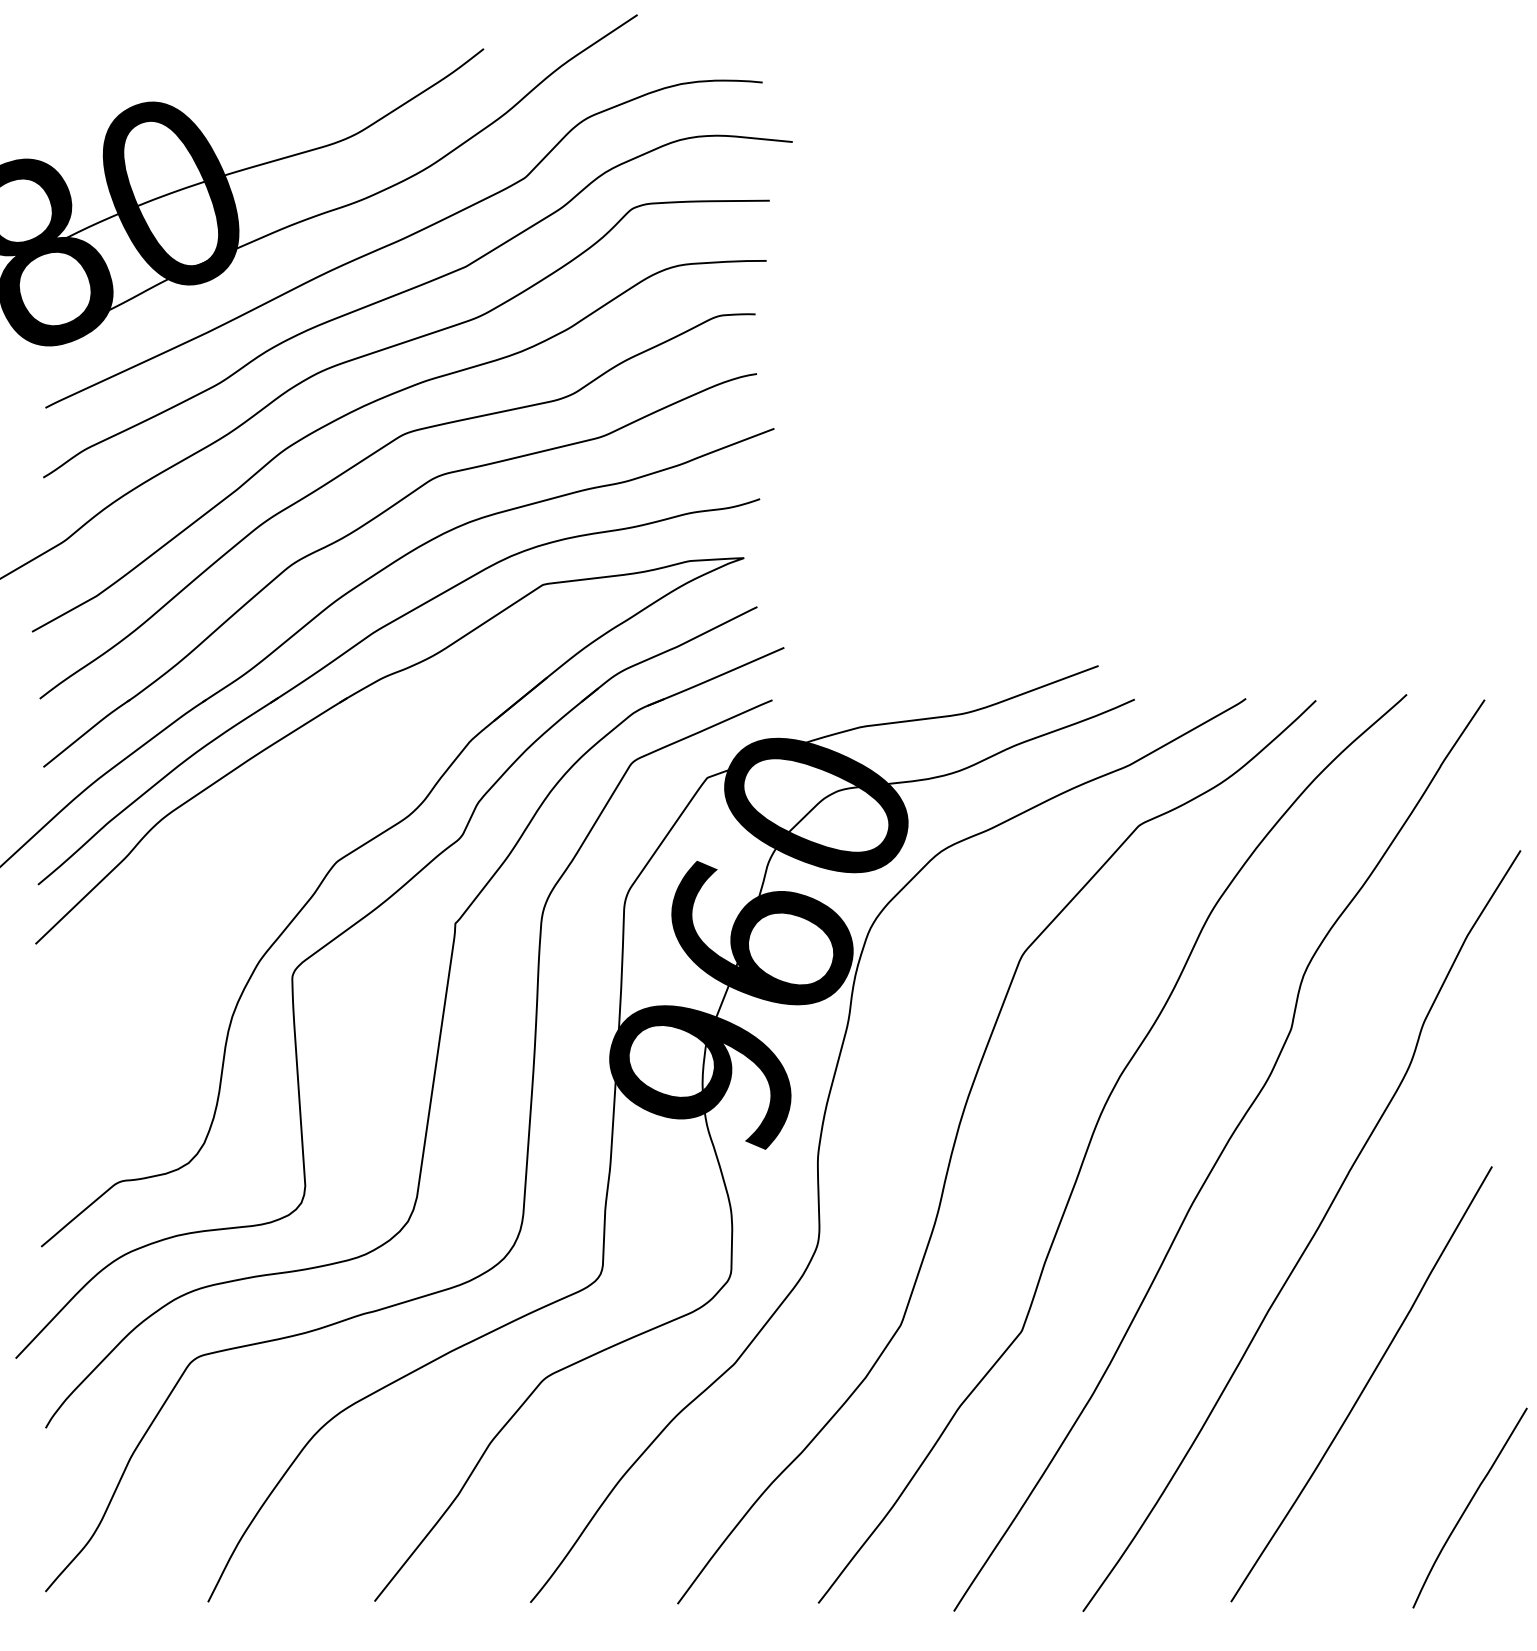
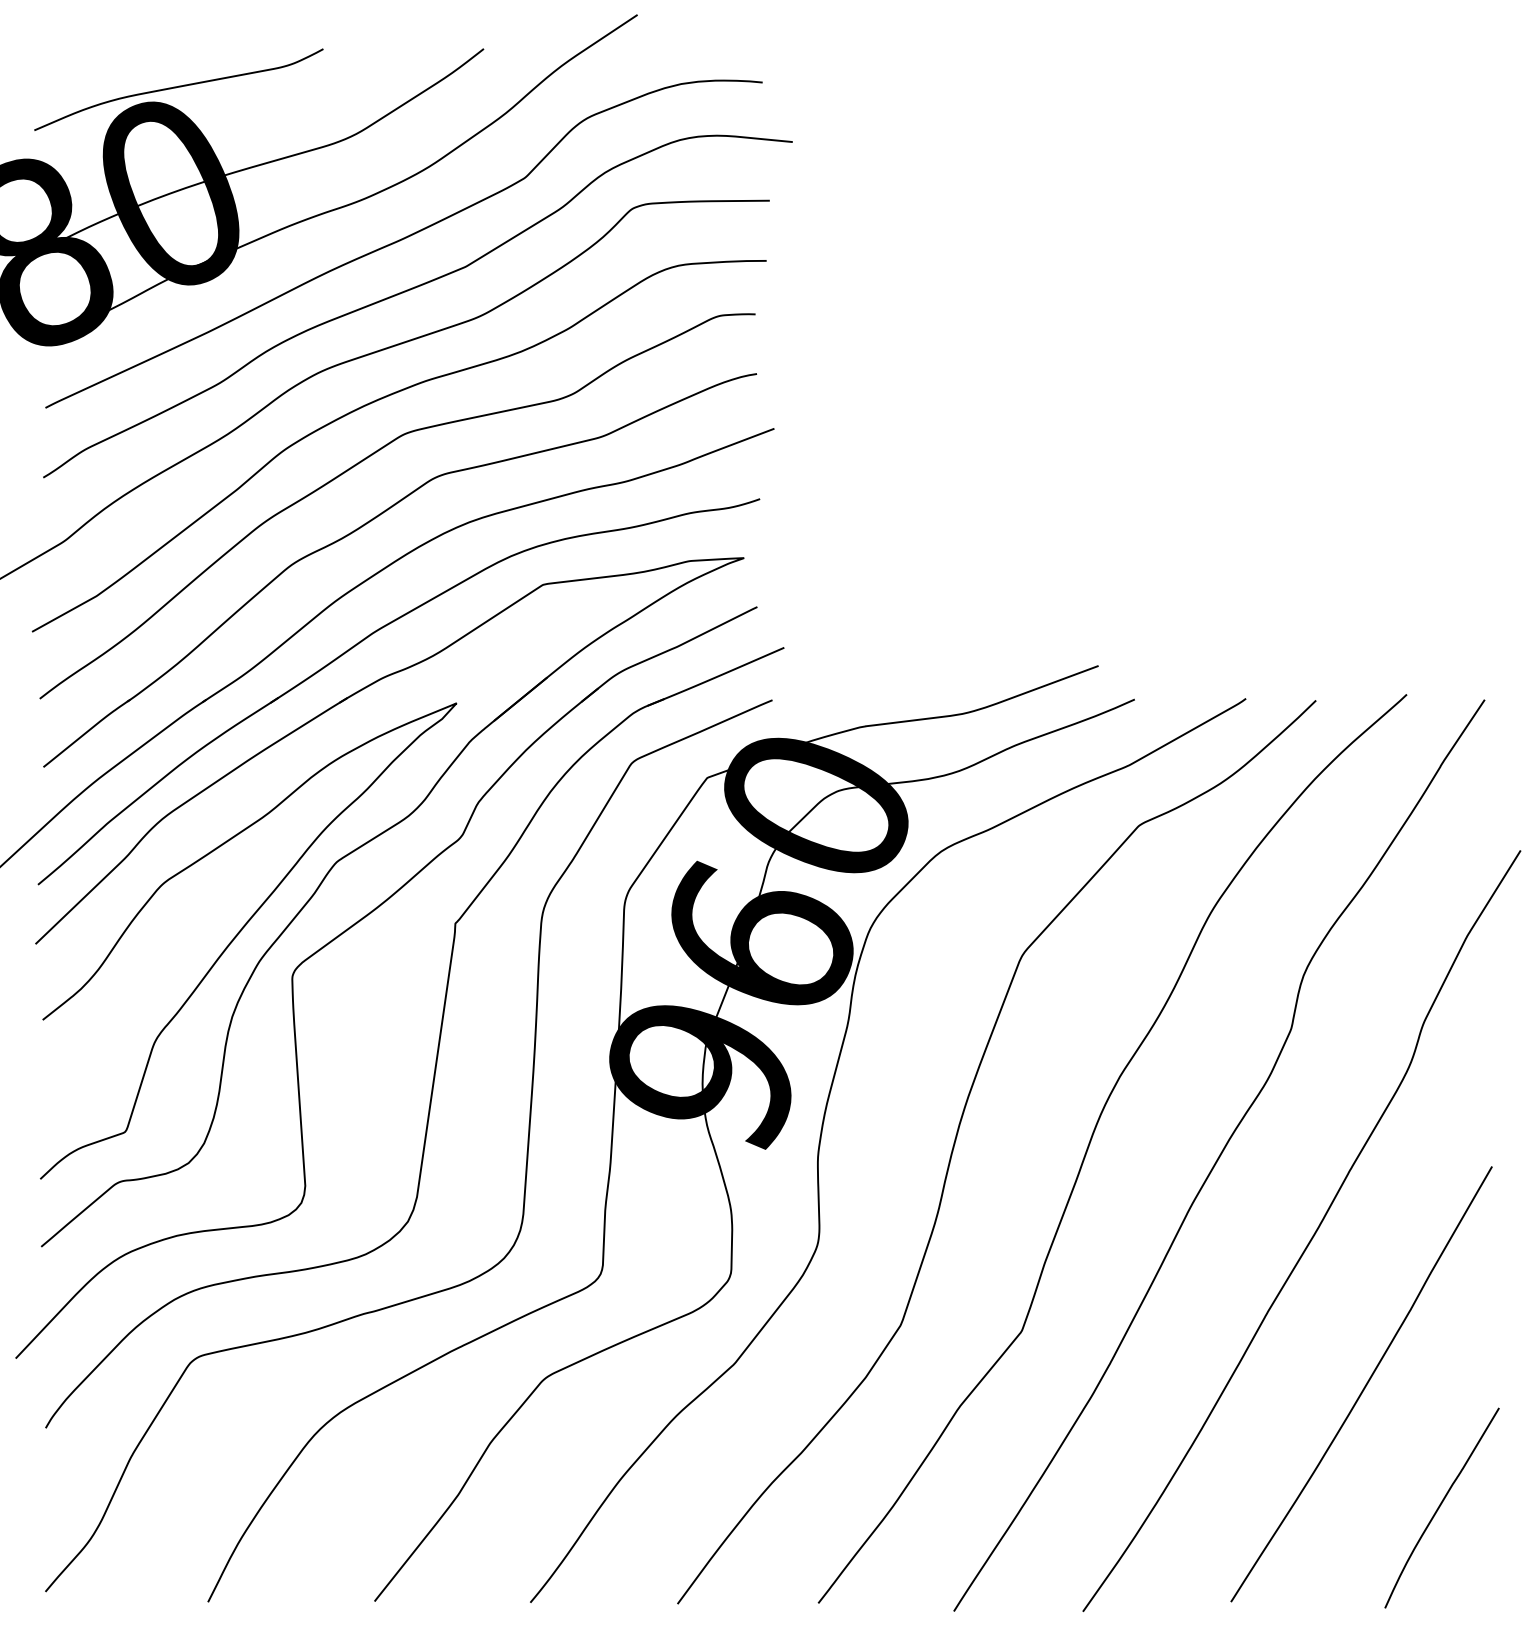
curve at (178, 87): none -> present
curve at (240, 932): none -> present
curve at (1468, 1506) position: (1468, 1506) -> (1440, 1506)
